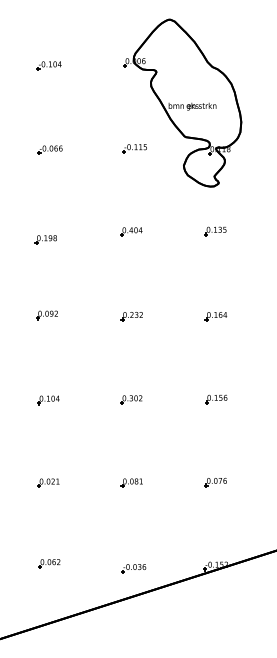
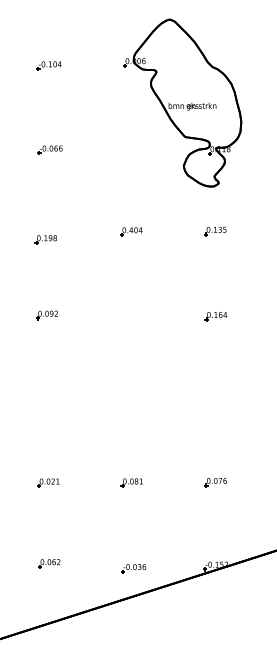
part at (134, 148): present -> none
part at (131, 316): present -> none
part at (131, 399): present -> none
part at (216, 399): present -> none
part at (48, 400): present -> none
